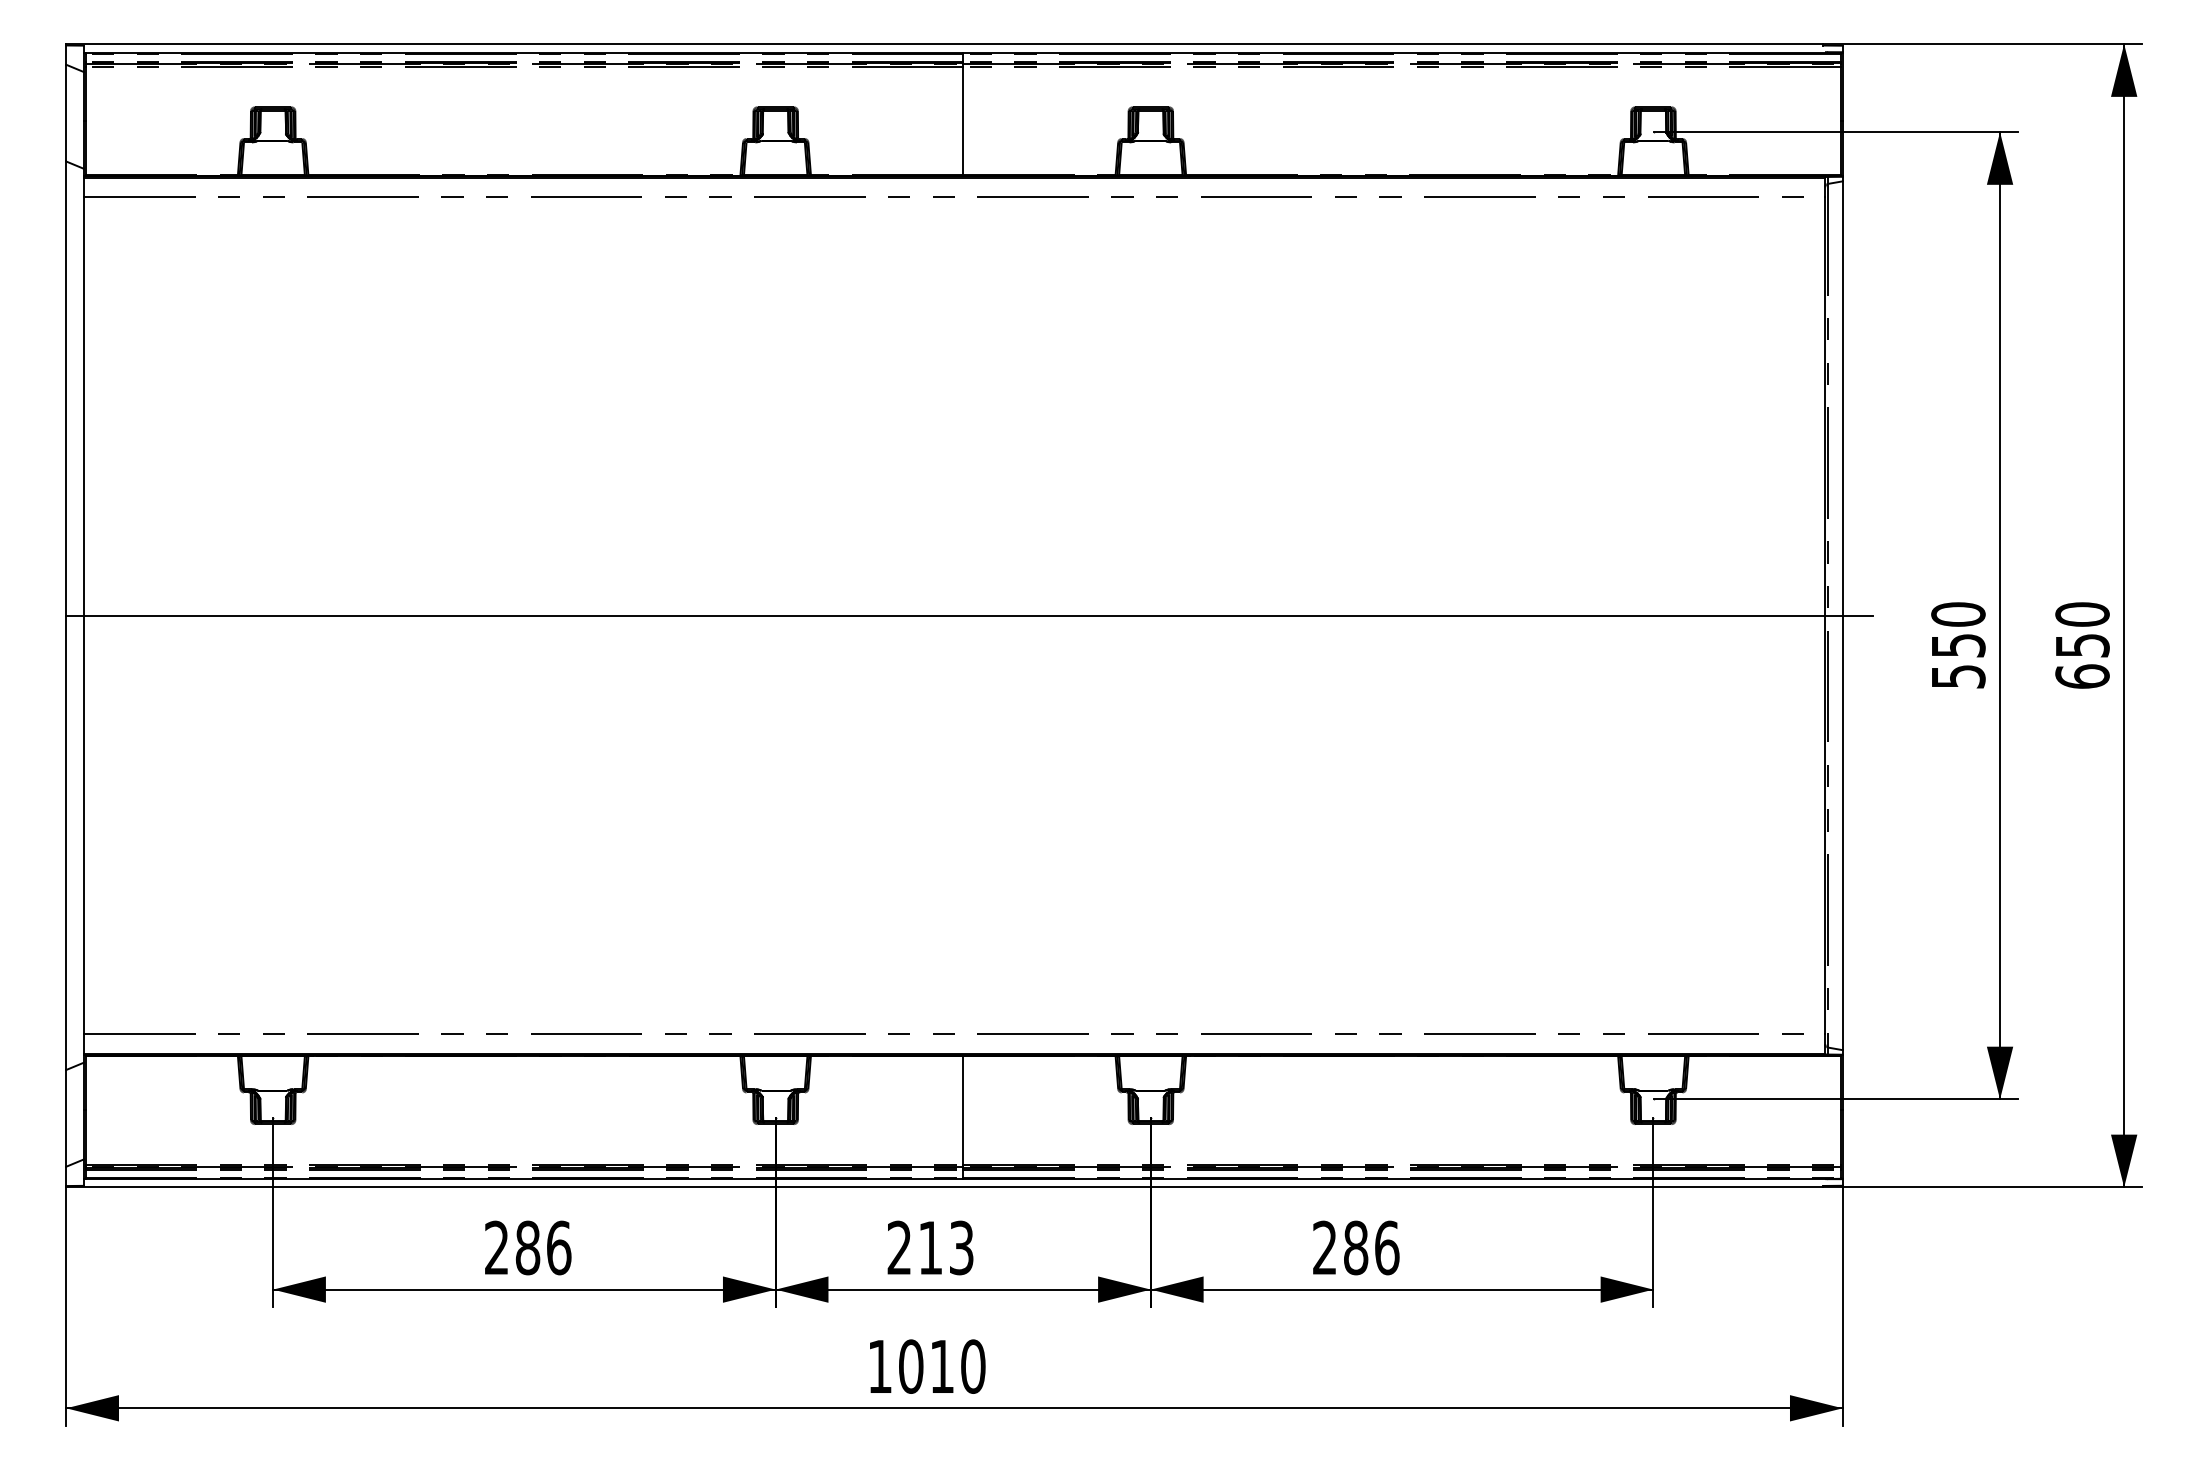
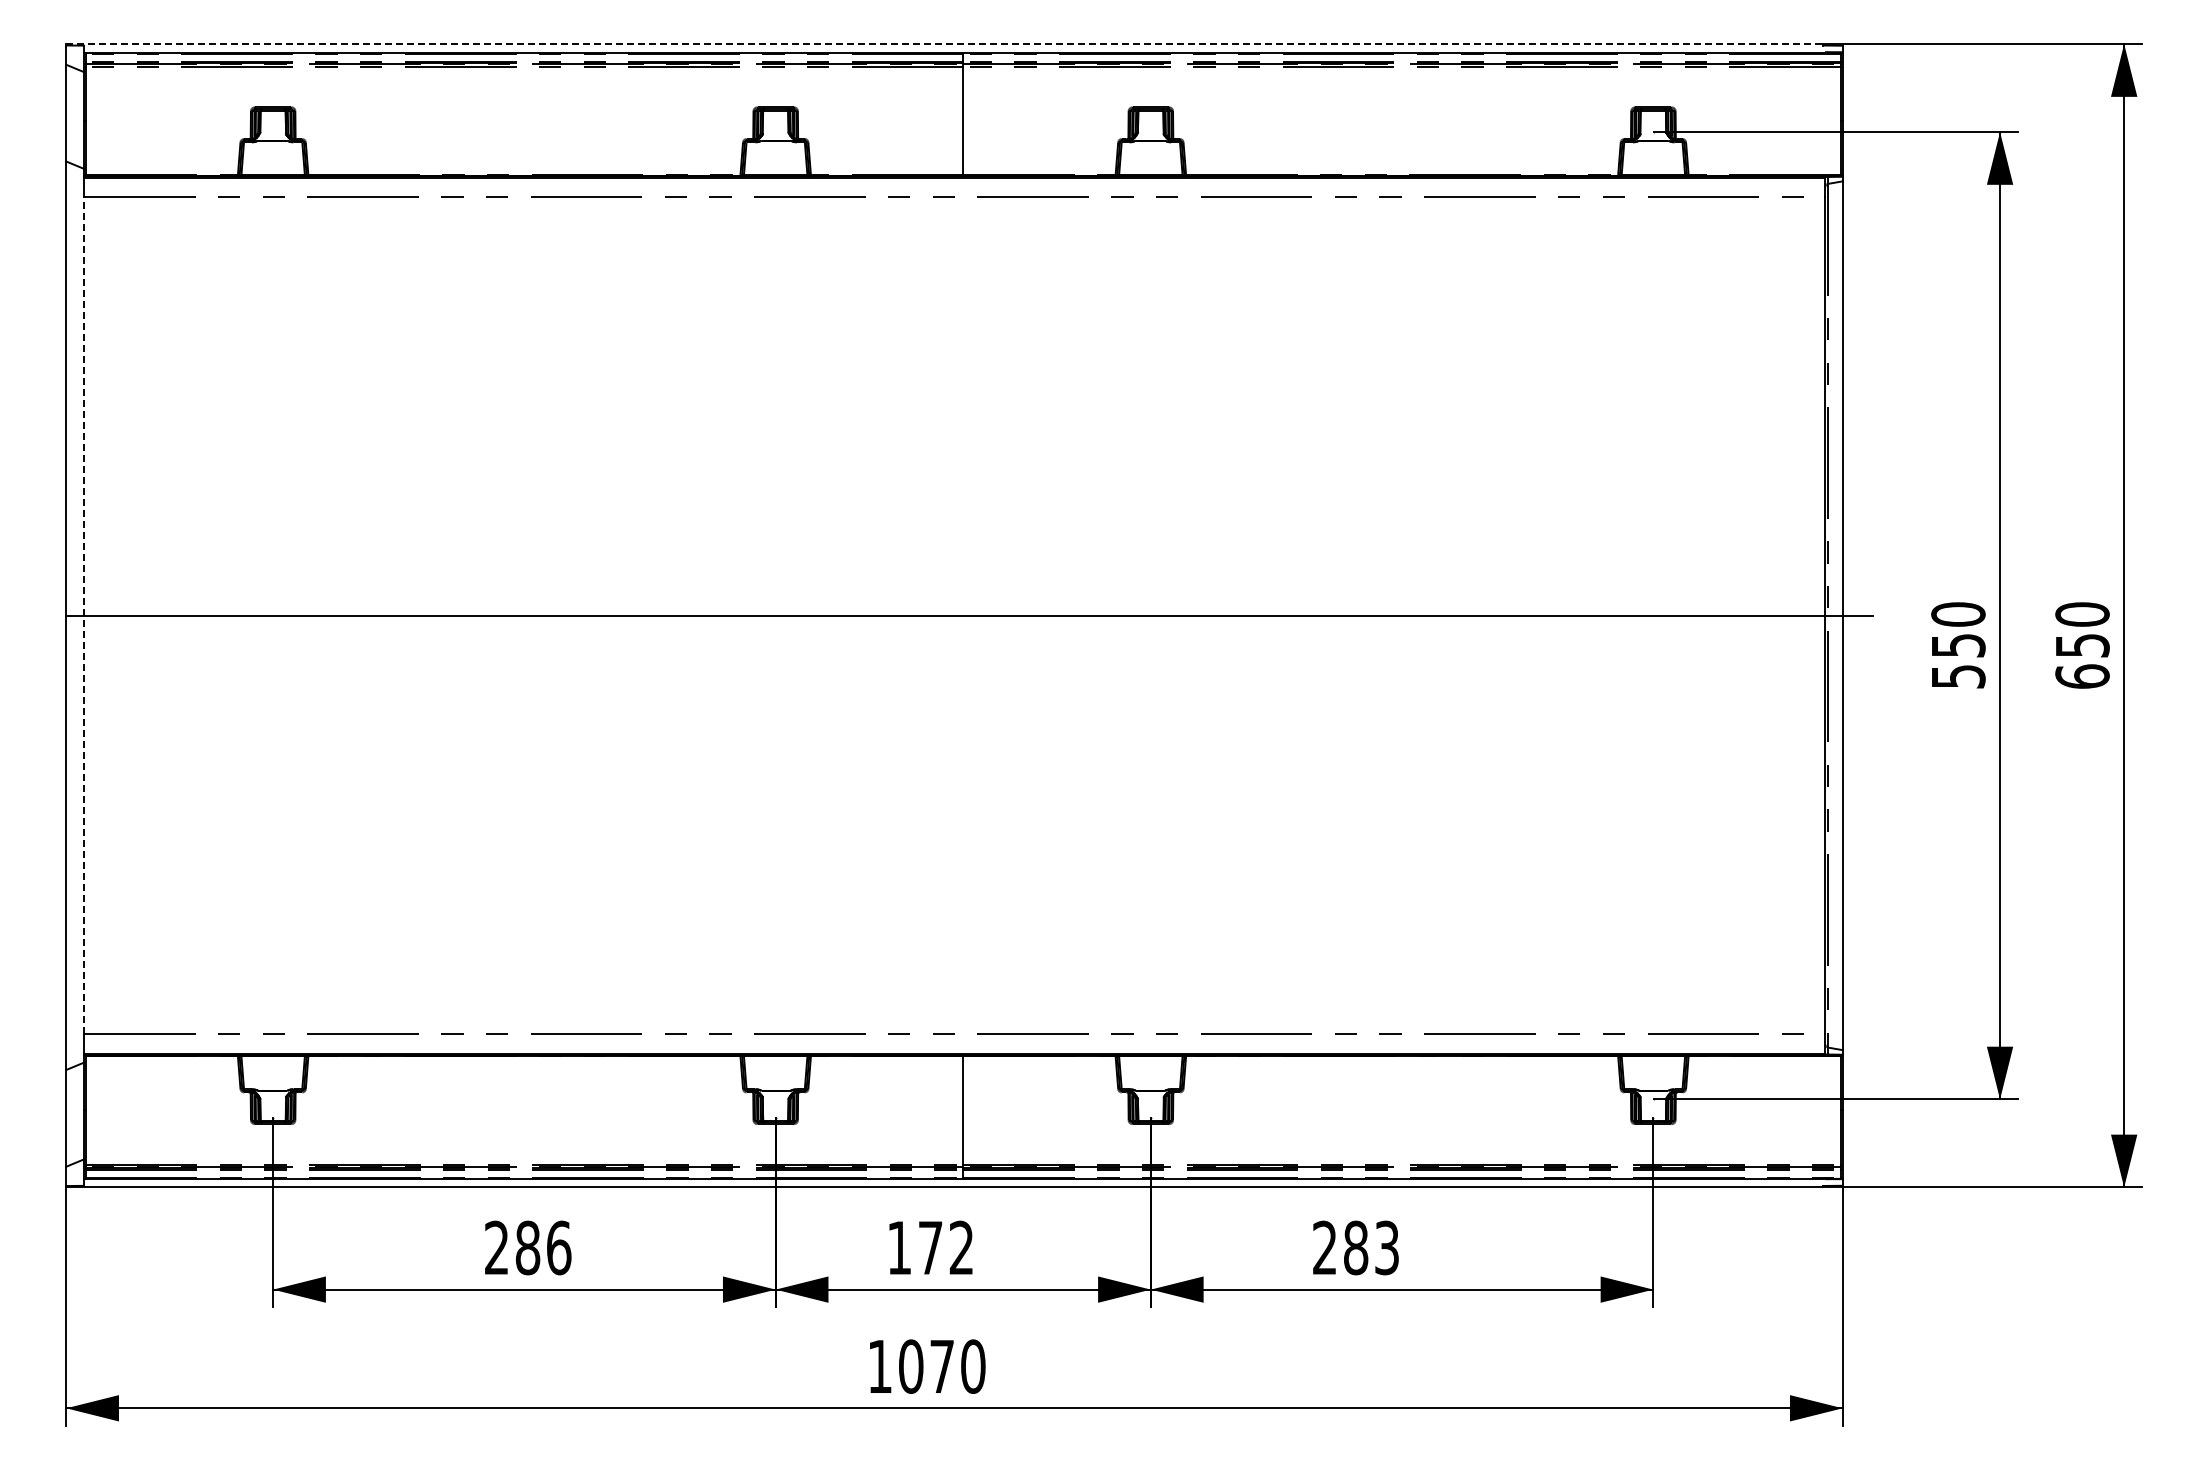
line at (944, 44): solid -> dashed
line at (83, 615): solid -> dashed
text at (930, 1247): 213 -> 172
text at (1387, 1247): 286 -> 283
text at (941, 1366): 1010 -> 1070
